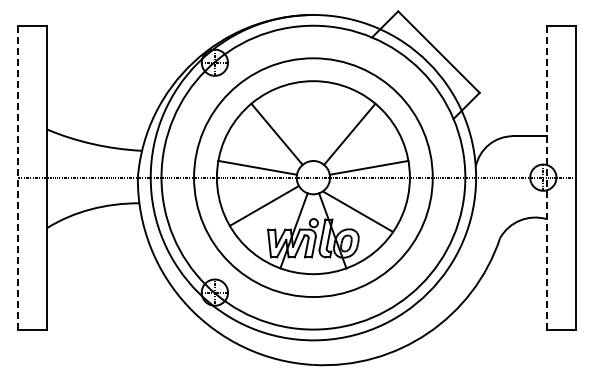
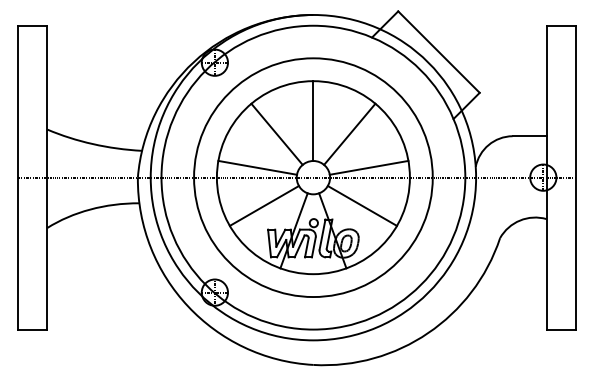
line at (313, 121): none -> present
line at (17, 177): dashed -> solid
line at (546, 177): dashed -> solid
line at (357, 211) position: (357, 211) -> (361, 205)
